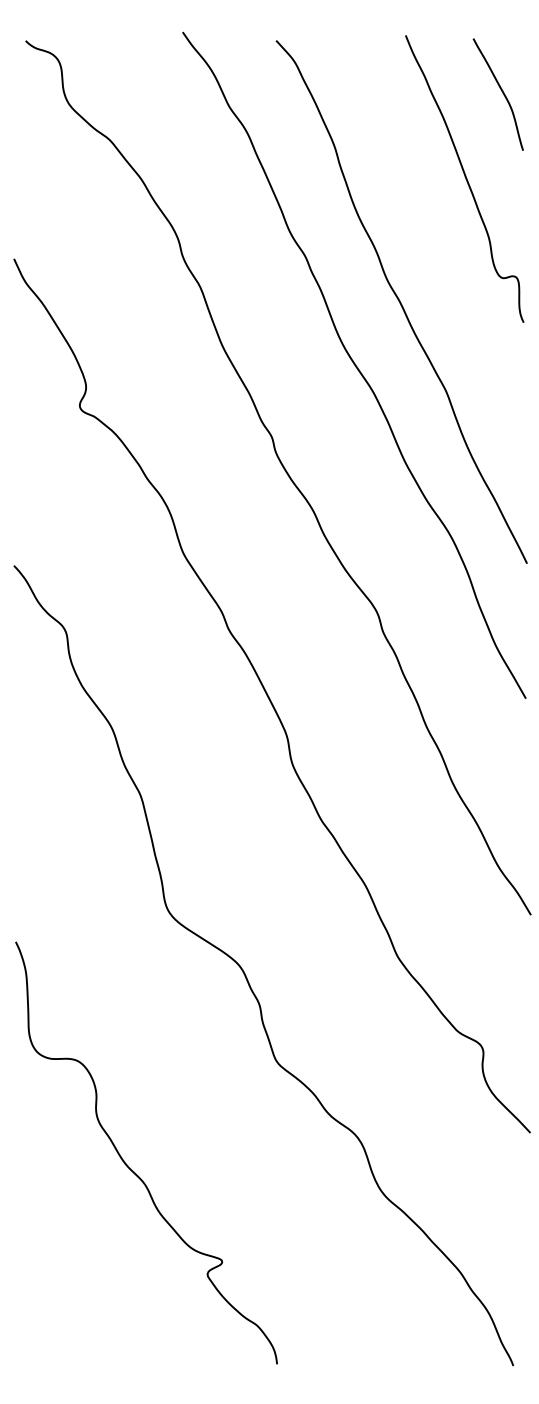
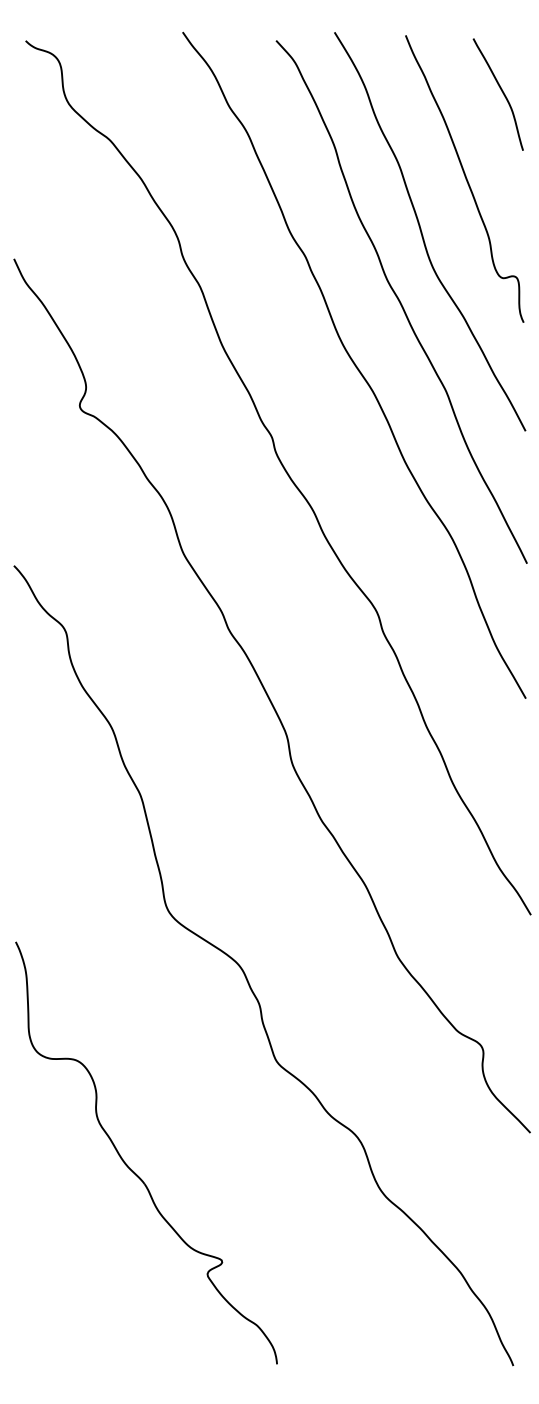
curve at (422, 231): none -> present
